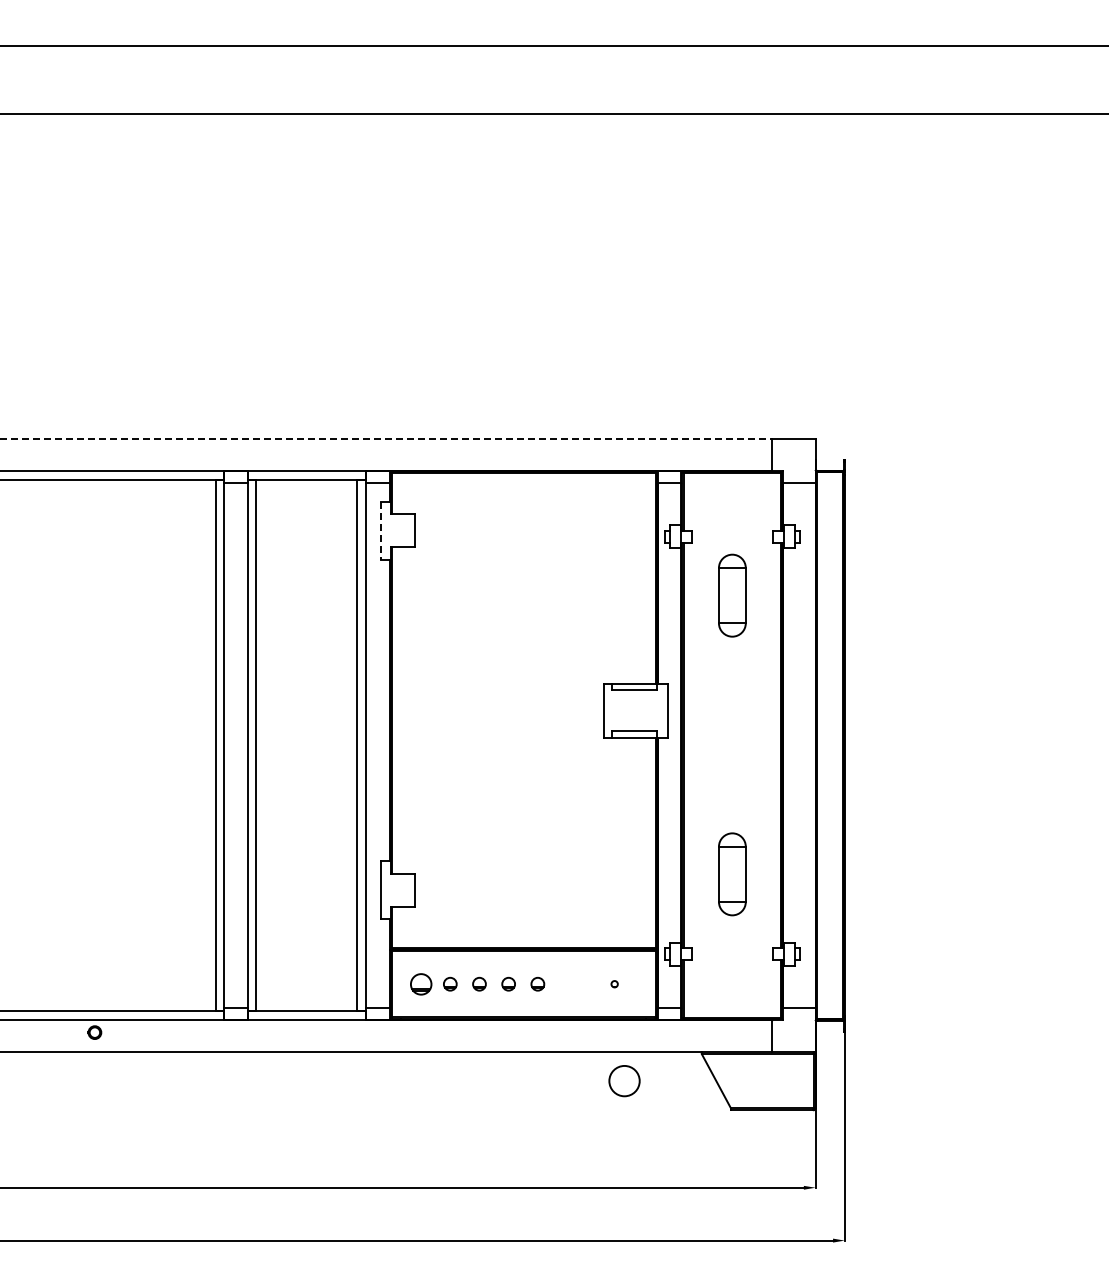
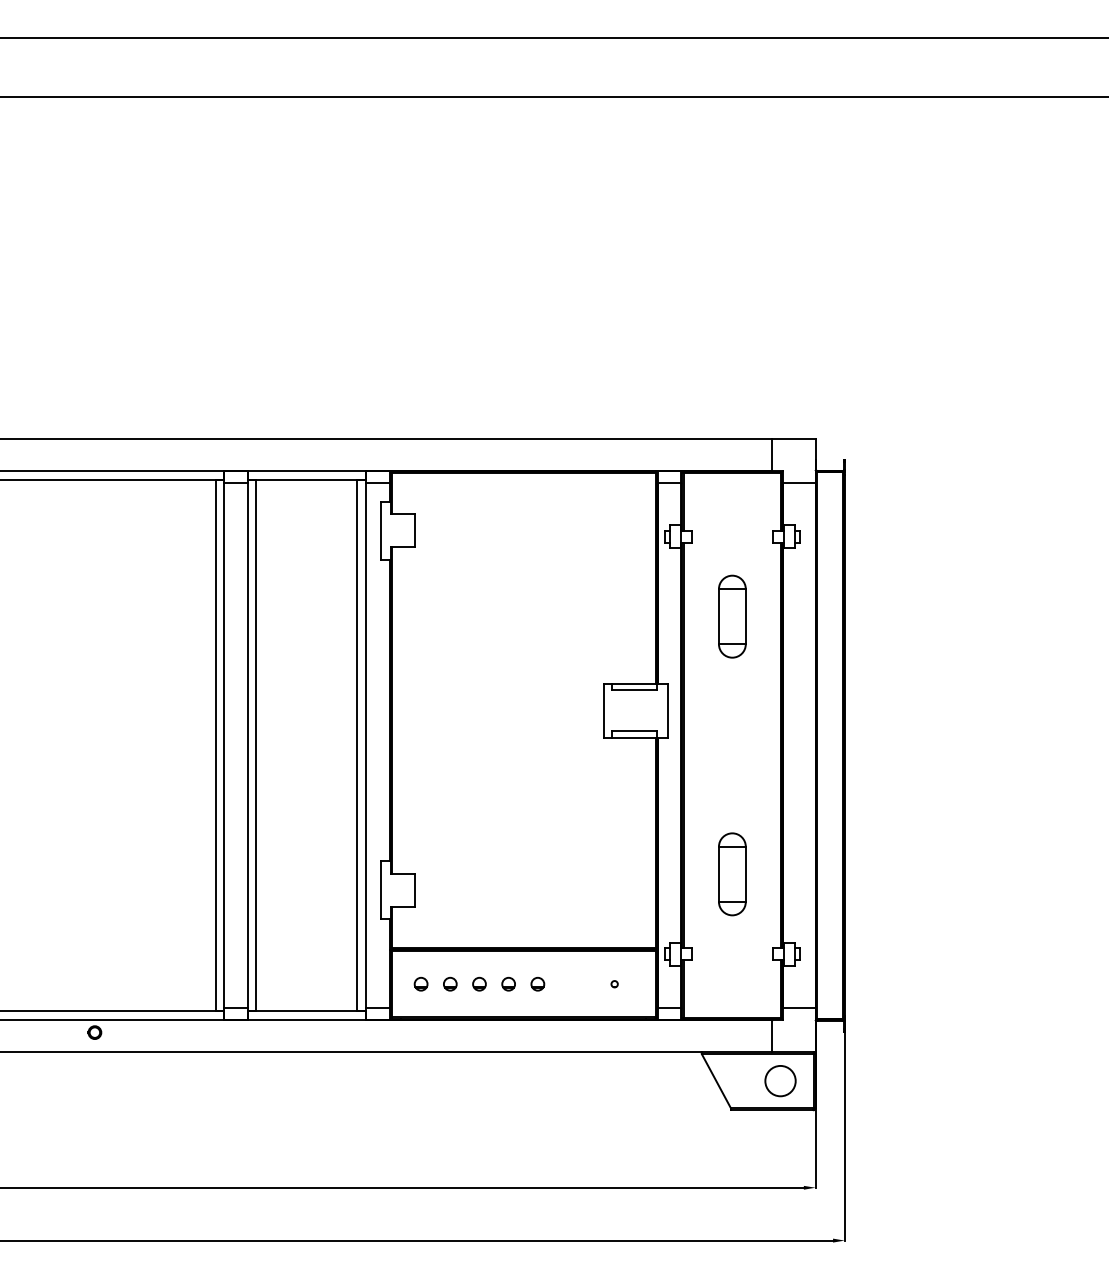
line at (553, 46) position: (553, 46) -> (553, 38)
line at (553, 113) position: (553, 113) -> (553, 96)
line at (386, 439): dashed -> solid
line at (380, 531): dashed -> solid
part at (732, 595) position: (732, 595) -> (732, 616)
part at (421, 984) size: 23x23 px -> 16x16 px
circle at (624, 1081) position: (624, 1081) -> (780, 1081)
